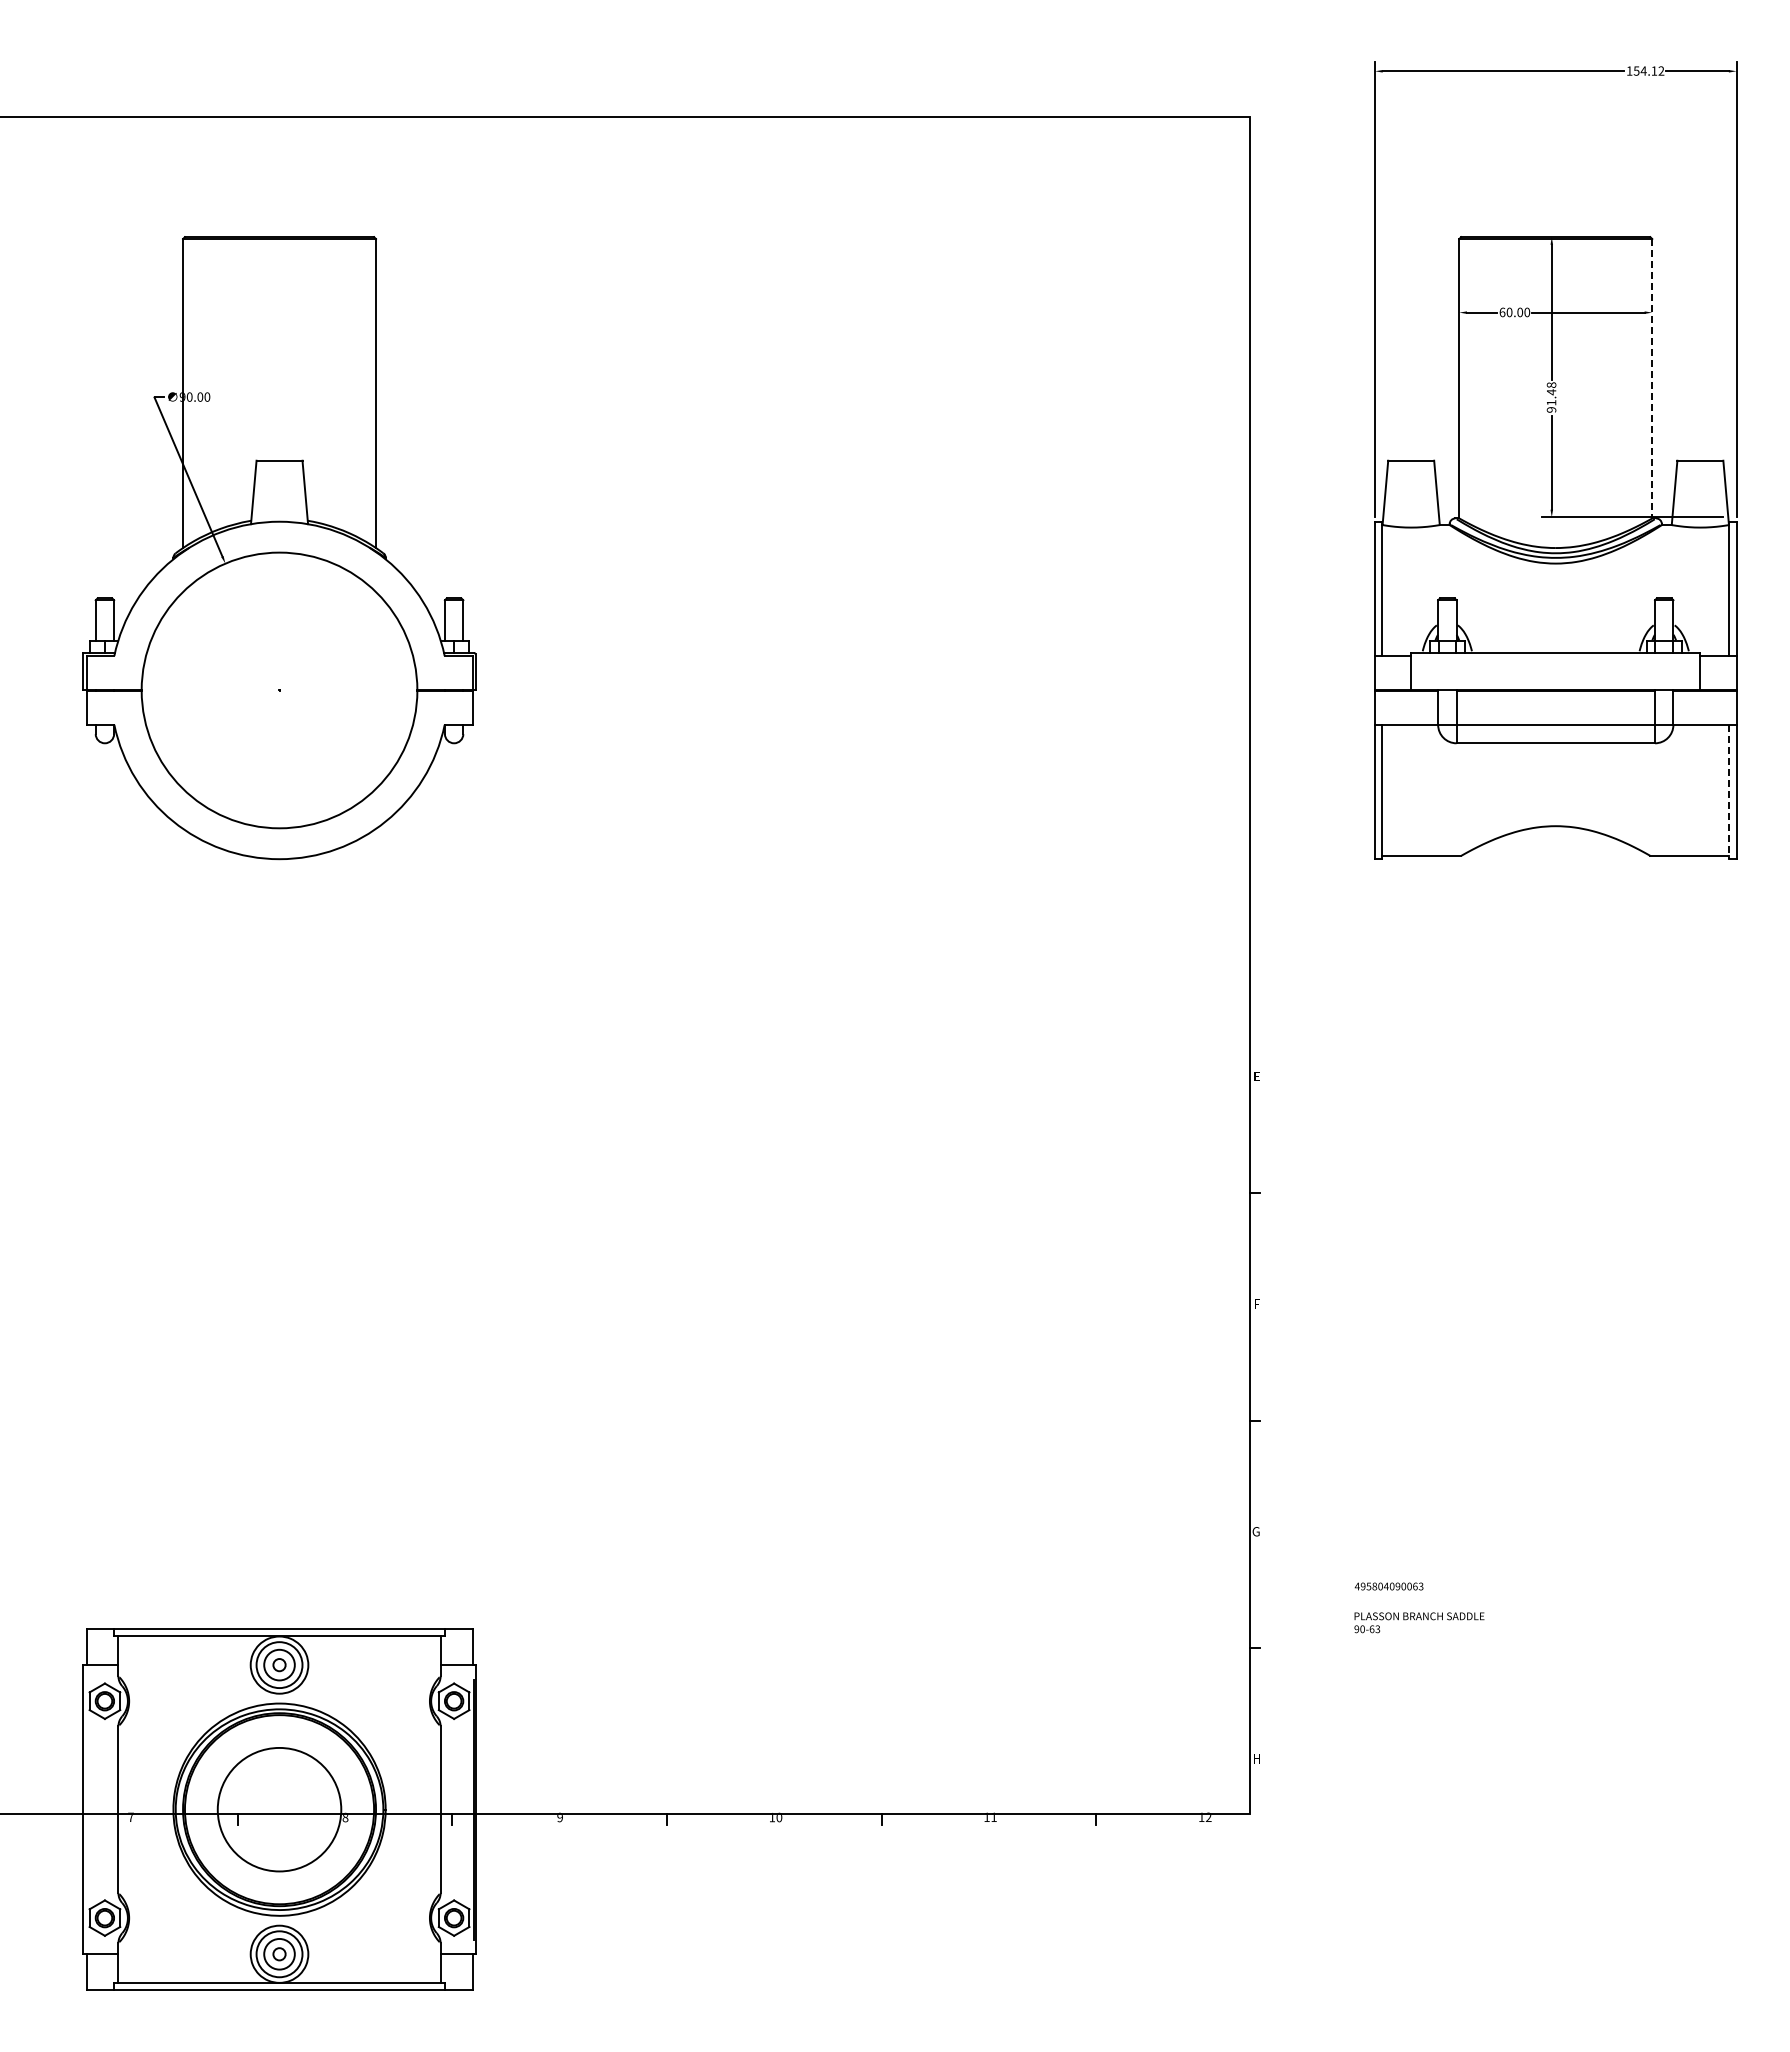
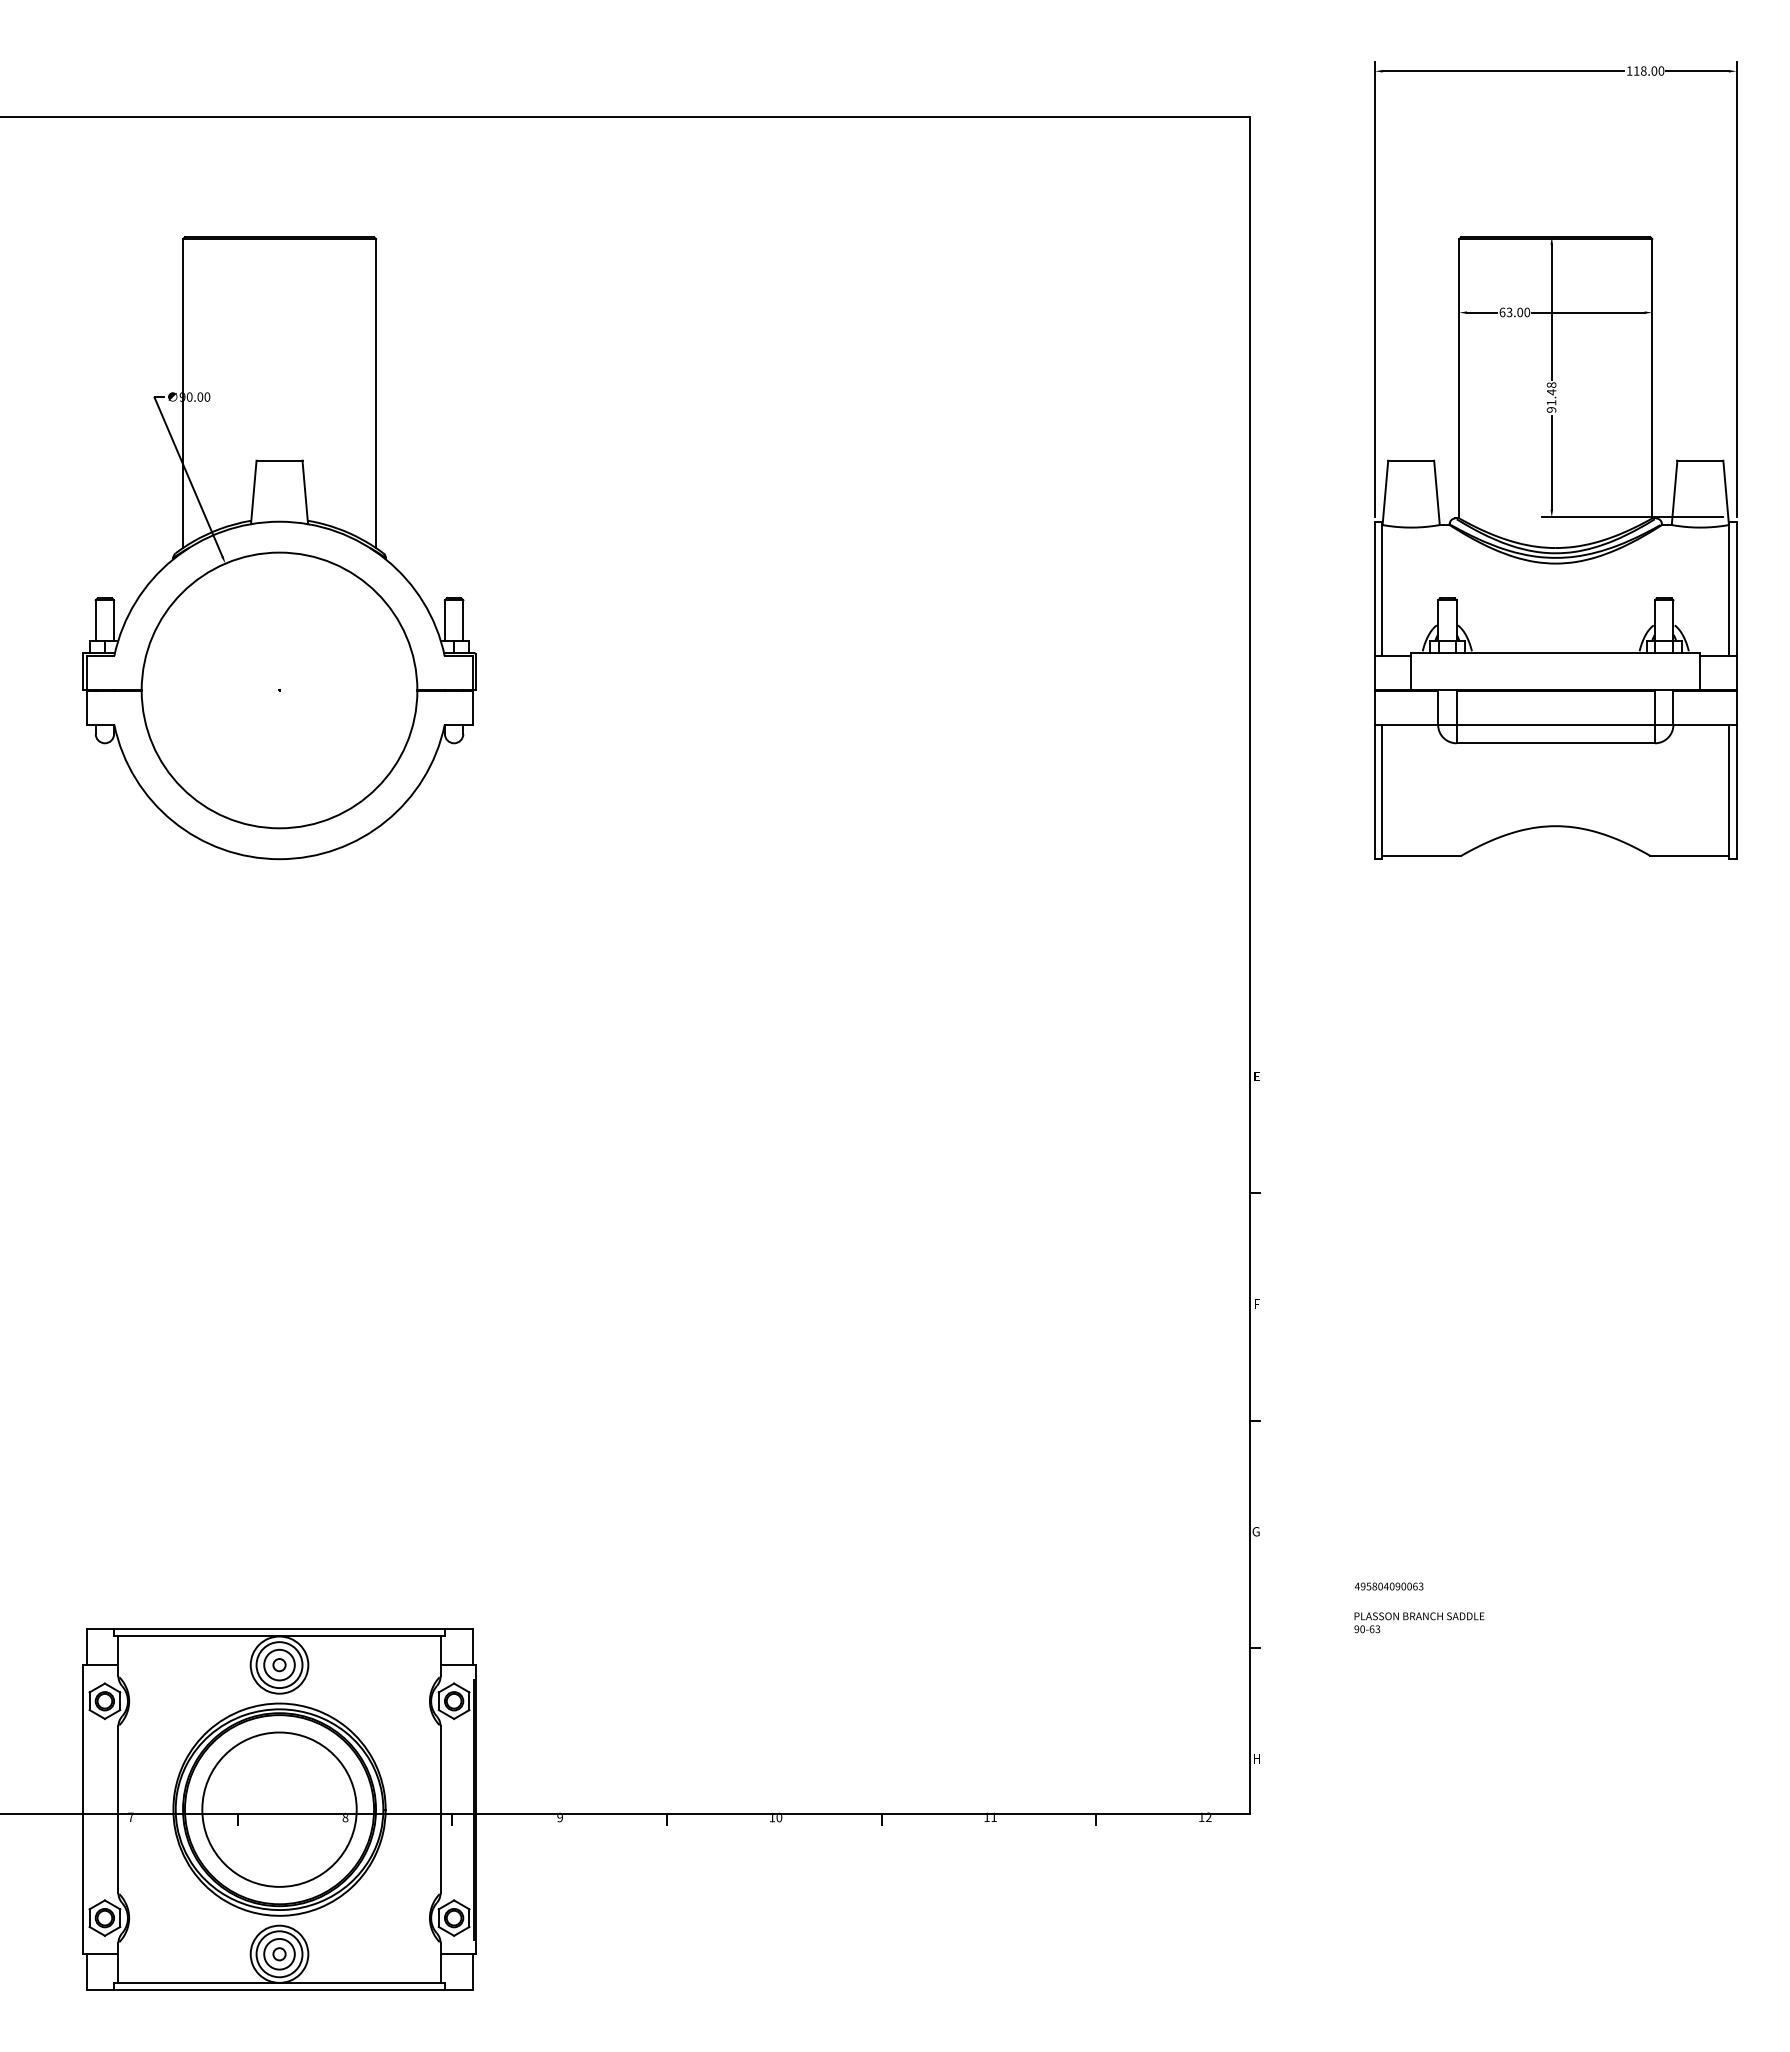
text at (1648, 70): 154.12 -> 118.00
text at (1509, 312): 60.00 -> 63.00
line at (1652, 378): dashed -> solid
line at (1729, 792): dashed -> solid
circle at (279, 1809) diameter: 124 px -> 154 px
